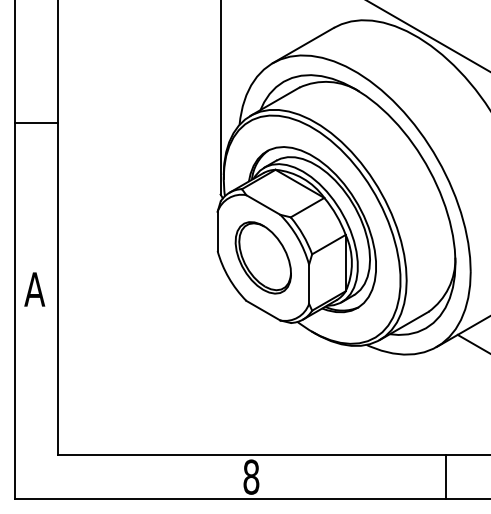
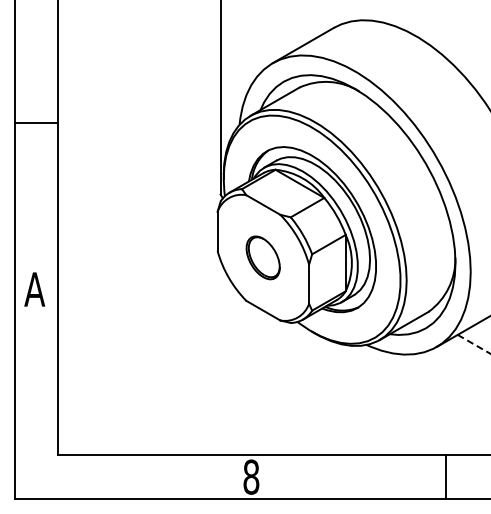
line at (428, 36): present -> none
part at (262, 257) size: 58x74 px -> 36x46 px
line at (474, 344): solid -> dashed
